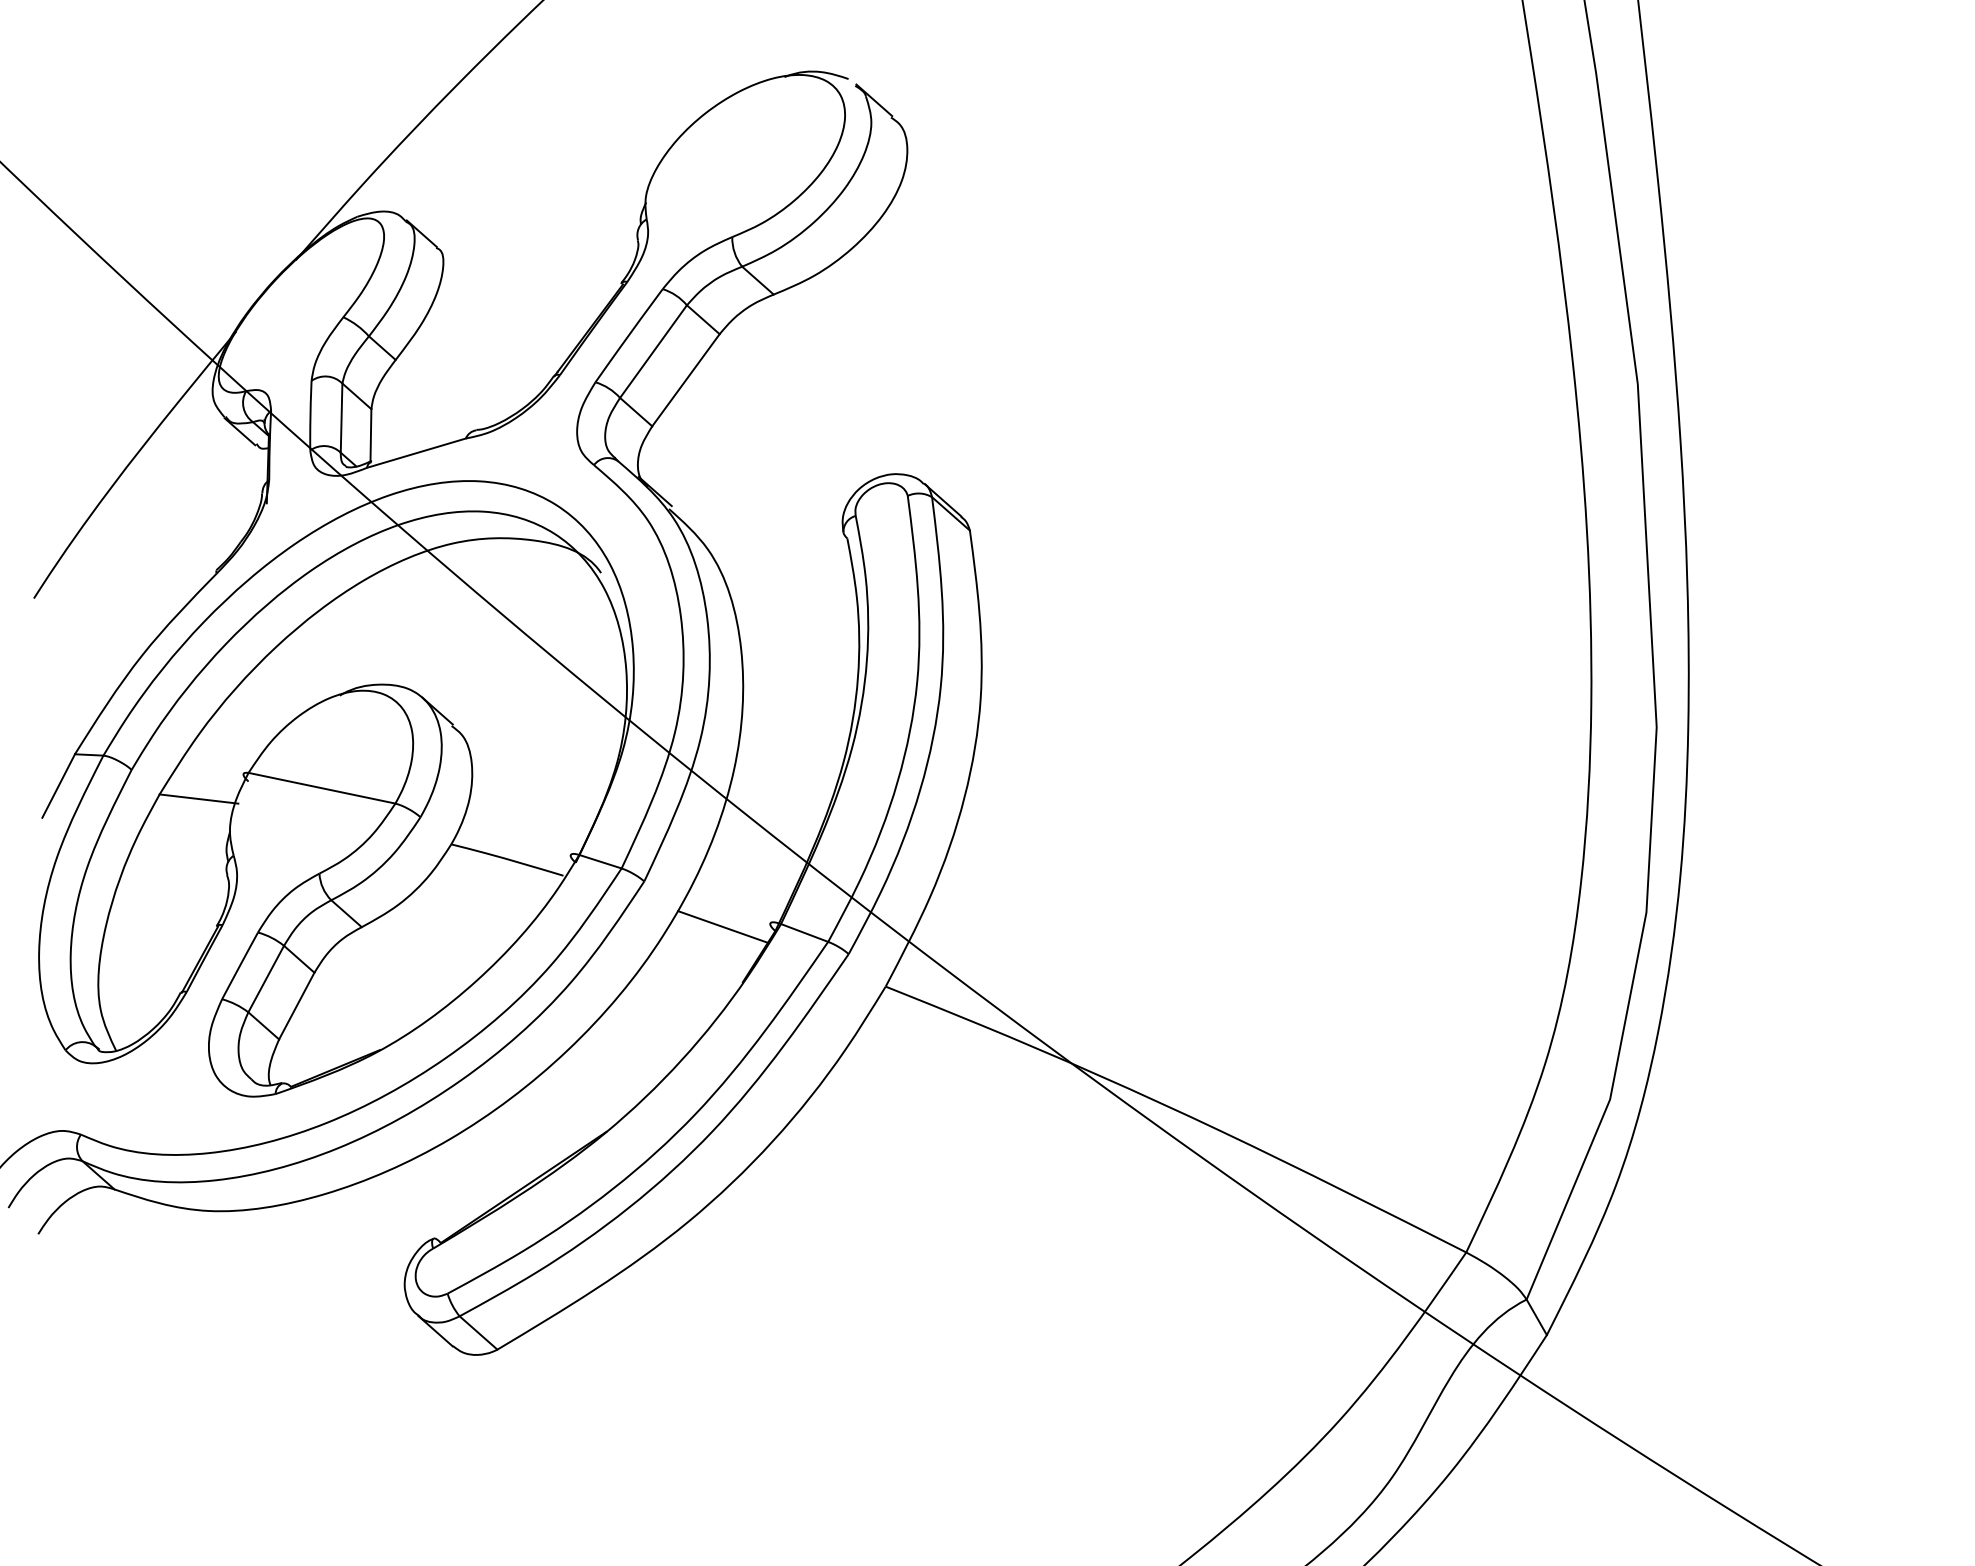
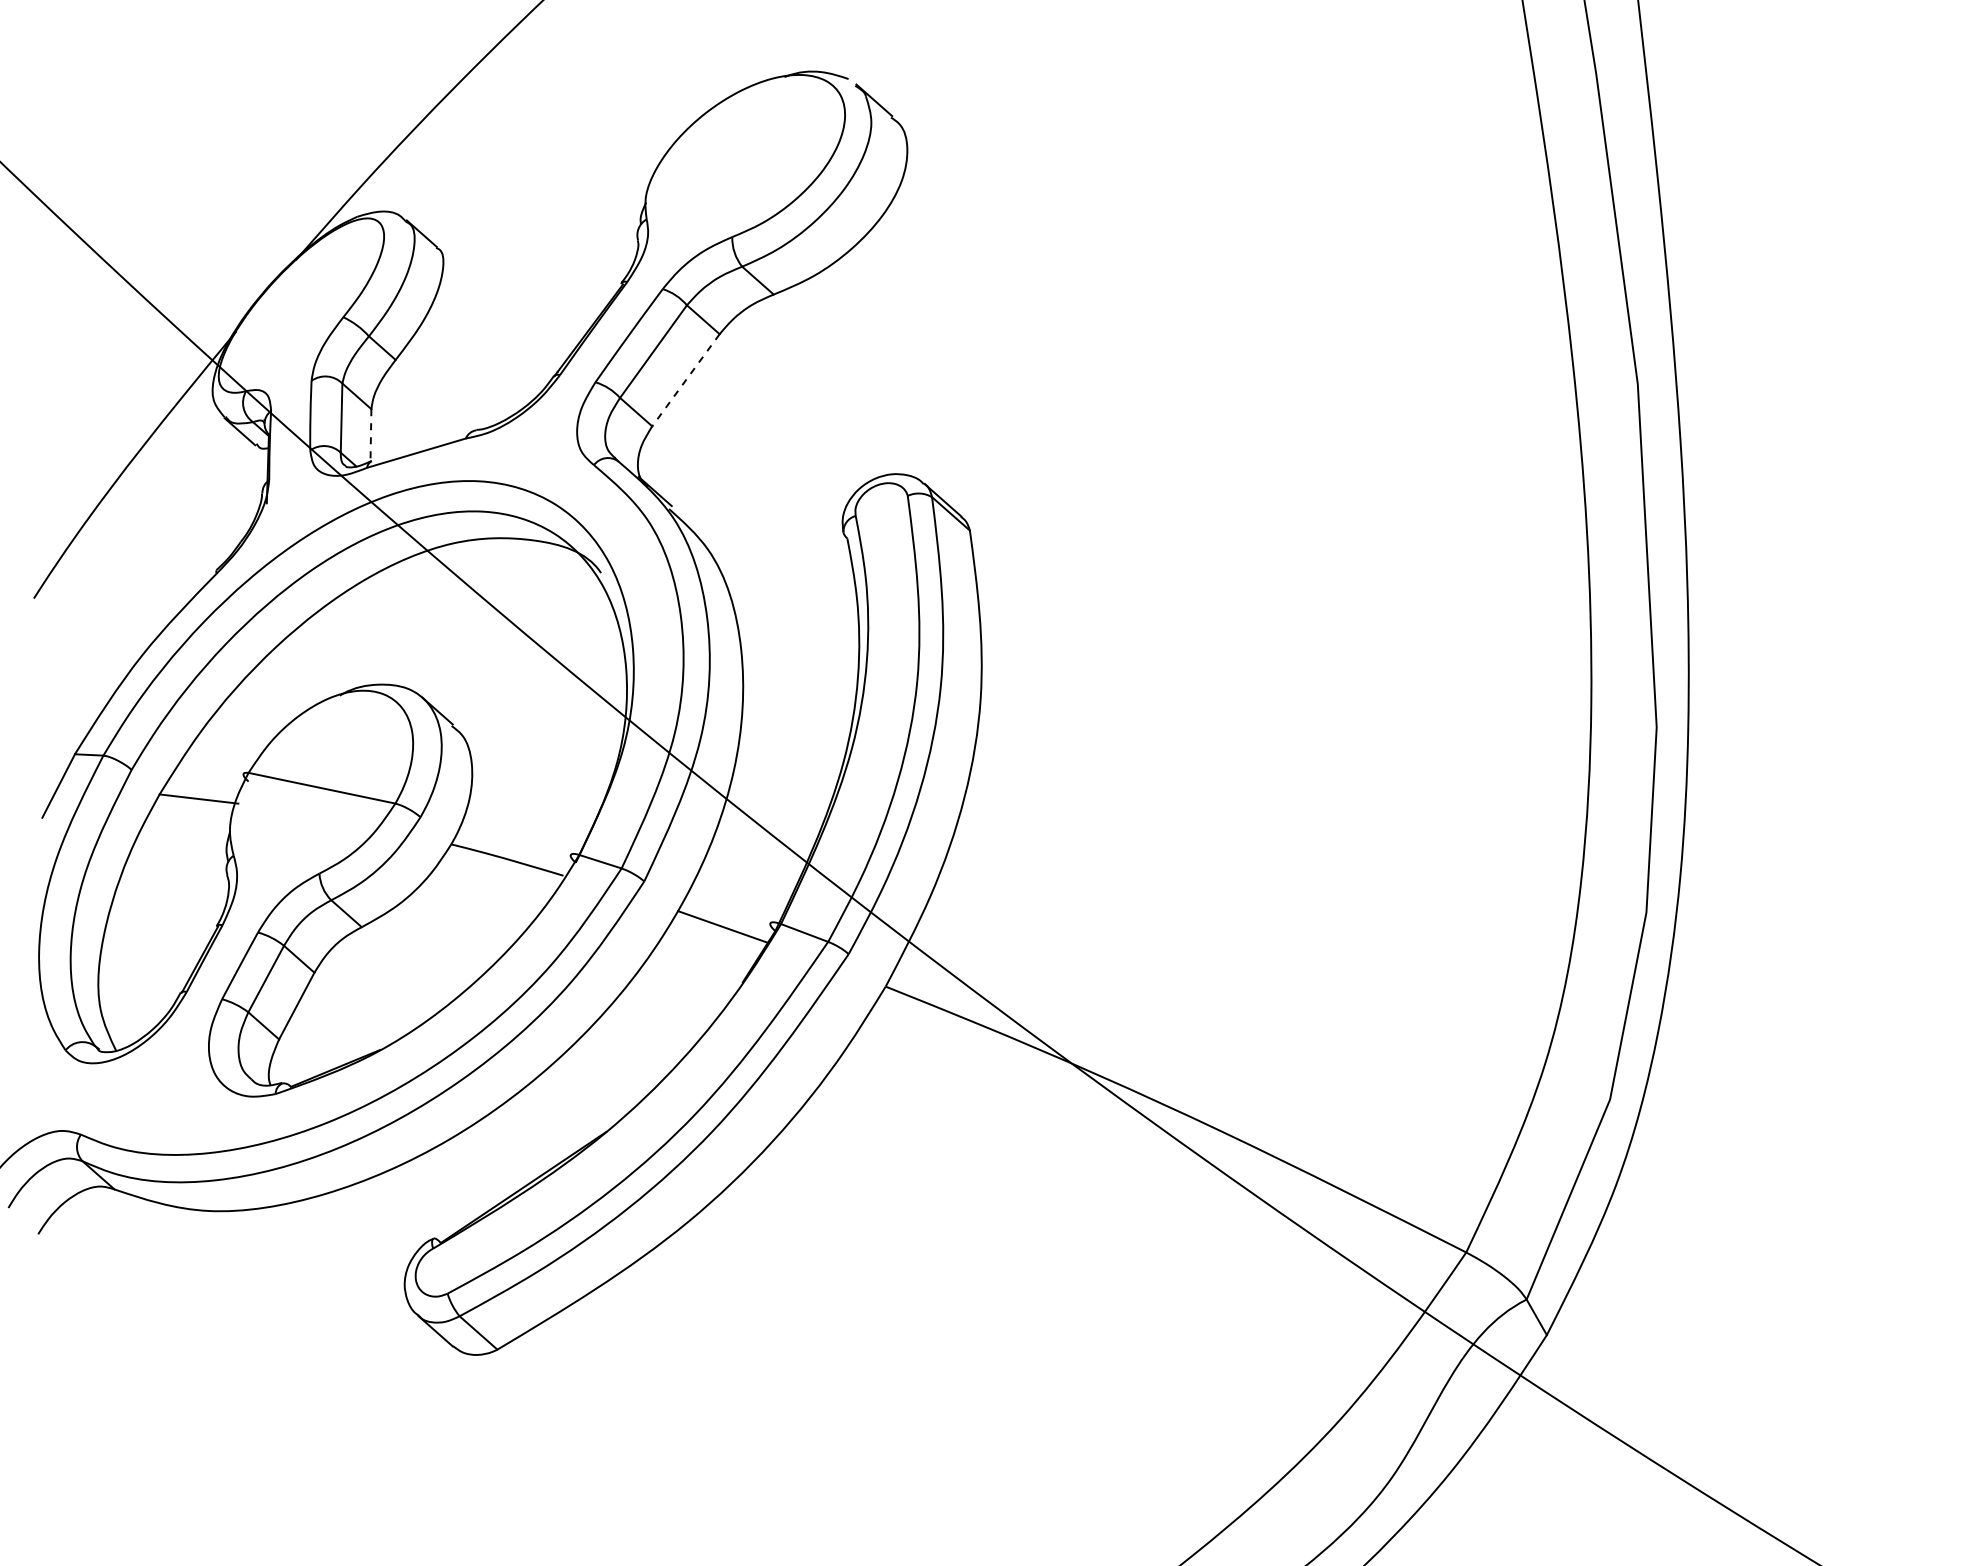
line at (685, 380): solid -> dashed
line at (370, 435): solid -> dashed
